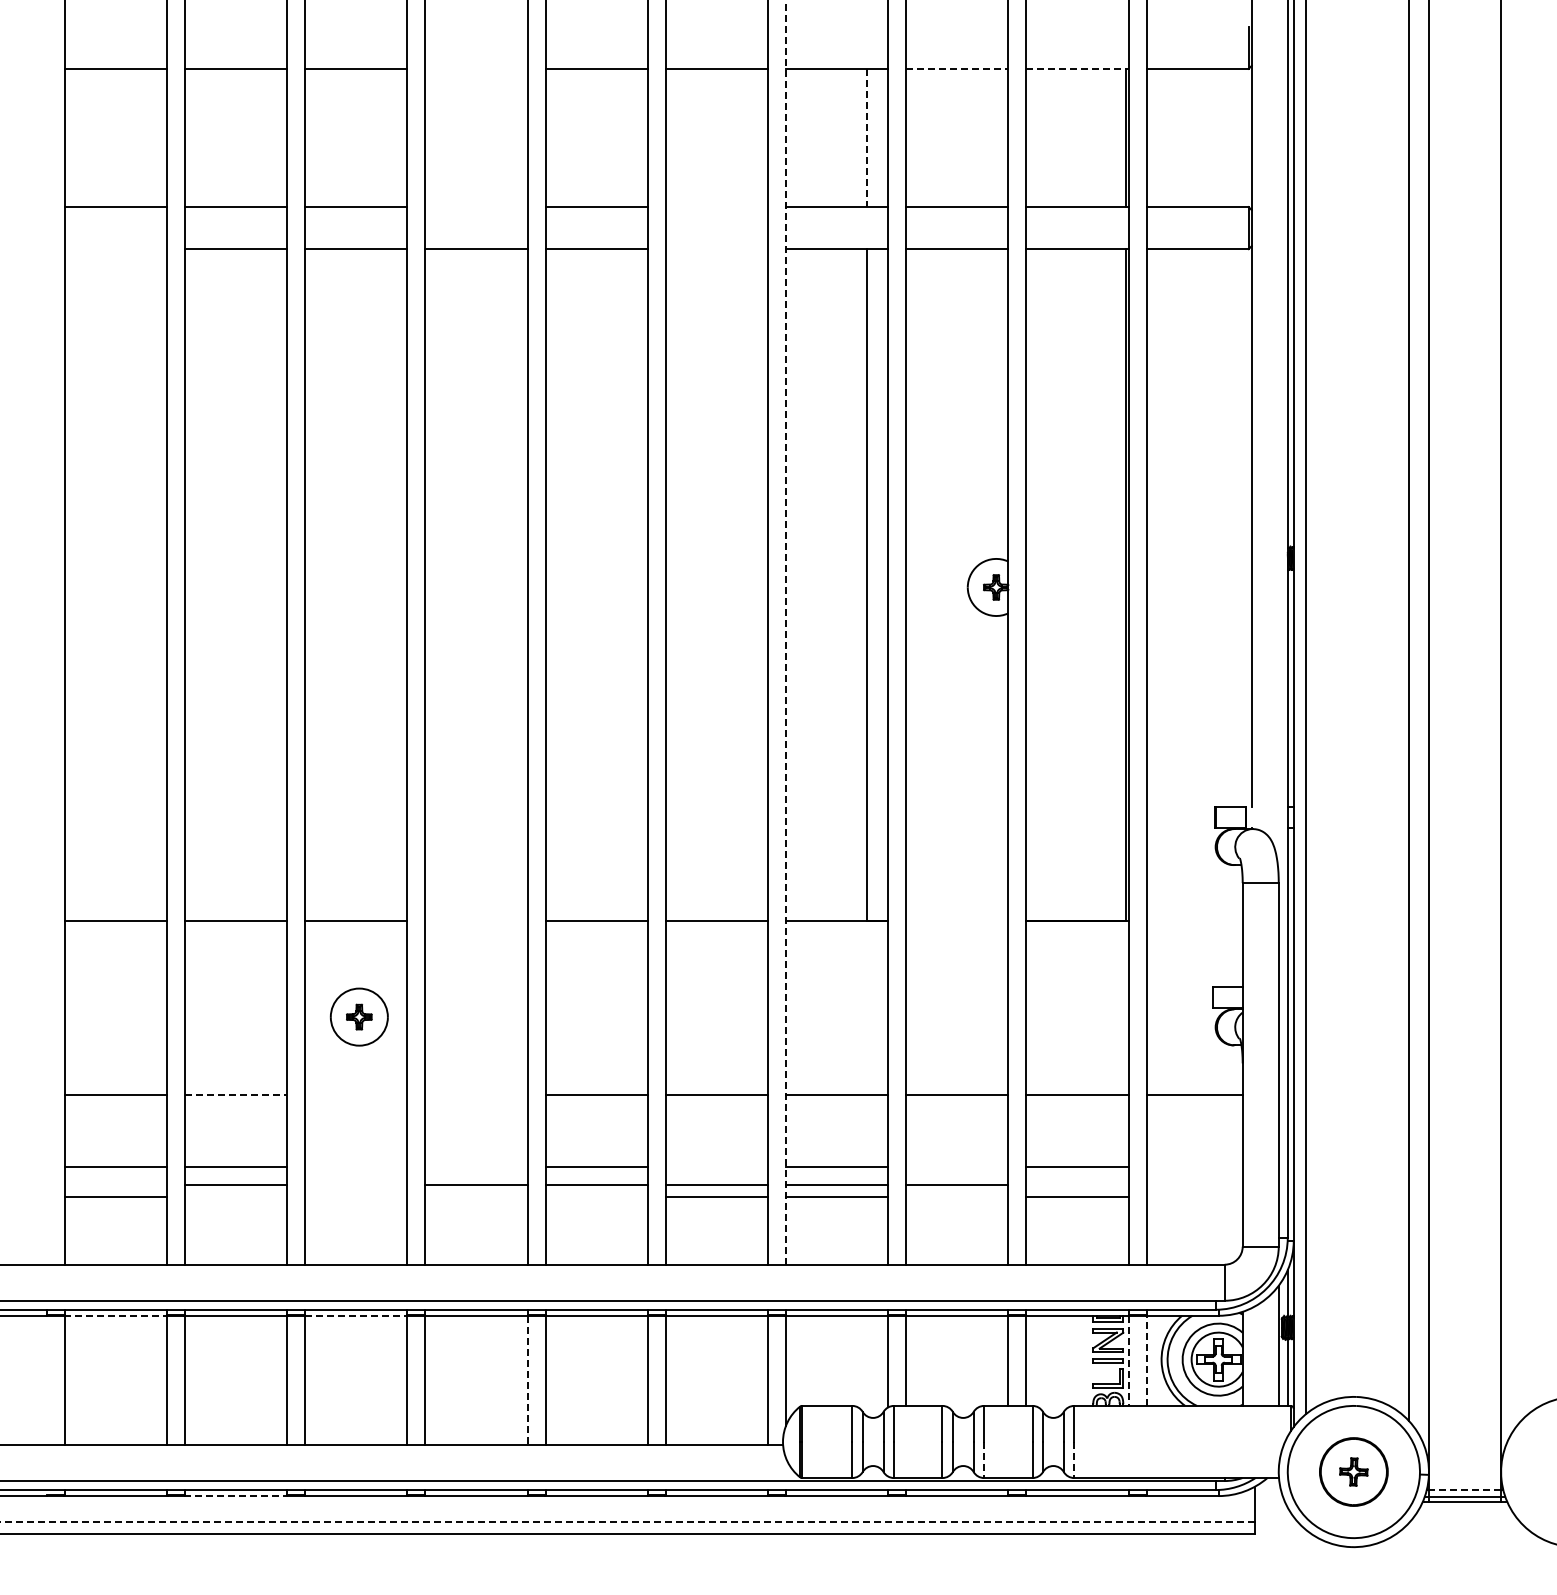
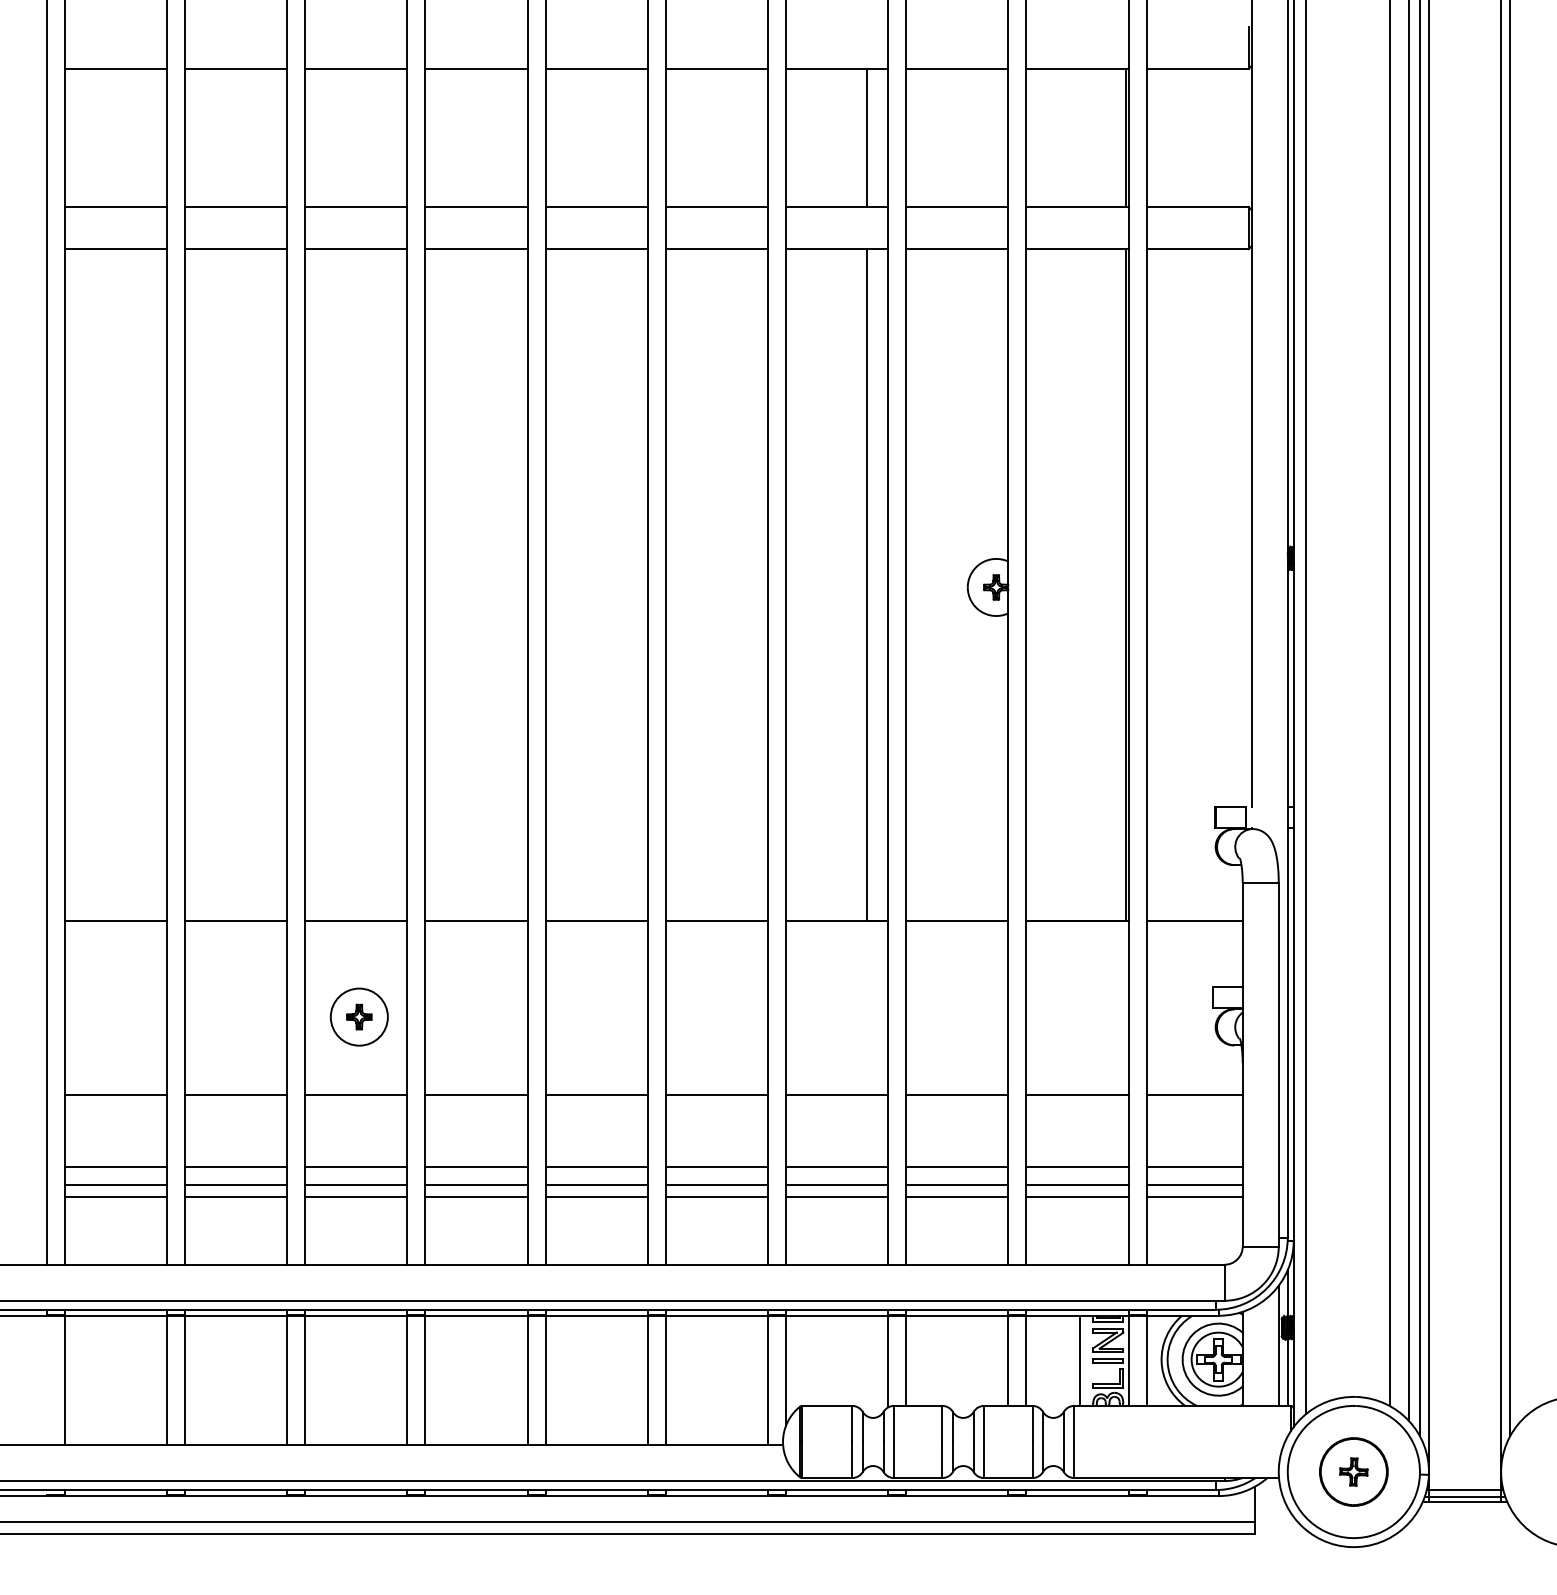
line at (476, 68): none -> present
line at (957, 68): dashed -> solid
line at (1077, 68): dashed -> solid
line at (867, 138): dashed -> solid
line at (476, 207): none -> present
line at (716, 207): none -> present
line at (115, 249): none -> present
line at (716, 249): none -> present
line at (786, 632): dashed -> solid
line at (46, 633): none -> present
line at (1389, 704): none -> present
line at (1419, 719): none -> present
line at (1510, 719): none -> present
line at (476, 920): none -> present
line at (957, 920): none -> present
line at (1194, 920): none -> present
line at (236, 1095): dashed -> solid
line at (356, 1095): none -> present
line at (476, 1095): none -> present
line at (356, 1167): none -> present
line at (476, 1167): none -> present
line at (716, 1167): none -> present
line at (957, 1167): none -> present
line at (1194, 1167): none -> present
line at (115, 1185): none -> present
line at (356, 1185): none -> present
line at (1077, 1185): none -> present
line at (1194, 1185): none -> present
line at (236, 1197): none -> present
line at (356, 1197): none -> present
line at (476, 1197): none -> present
line at (596, 1197): none -> present
line at (957, 1197): none -> present
line at (1194, 1197): none -> present
line at (115, 1315): dashed -> solid
line at (356, 1315): dashed -> solid
line at (1080, 1360): none -> present
line at (1146, 1360): dashed -> solid
line at (1128, 1361): dashed -> solid
line at (527, 1380): dashed -> solid
line at (984, 1460): dashed -> solid
line at (1074, 1460): dashed -> solid
line at (1464, 1490): dashed -> solid
line at (236, 1496): dashed -> solid
line at (627, 1521): dashed -> solid
